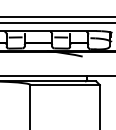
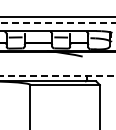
line at (58, 23): solid -> dashed
line at (57, 76): solid -> dashed
